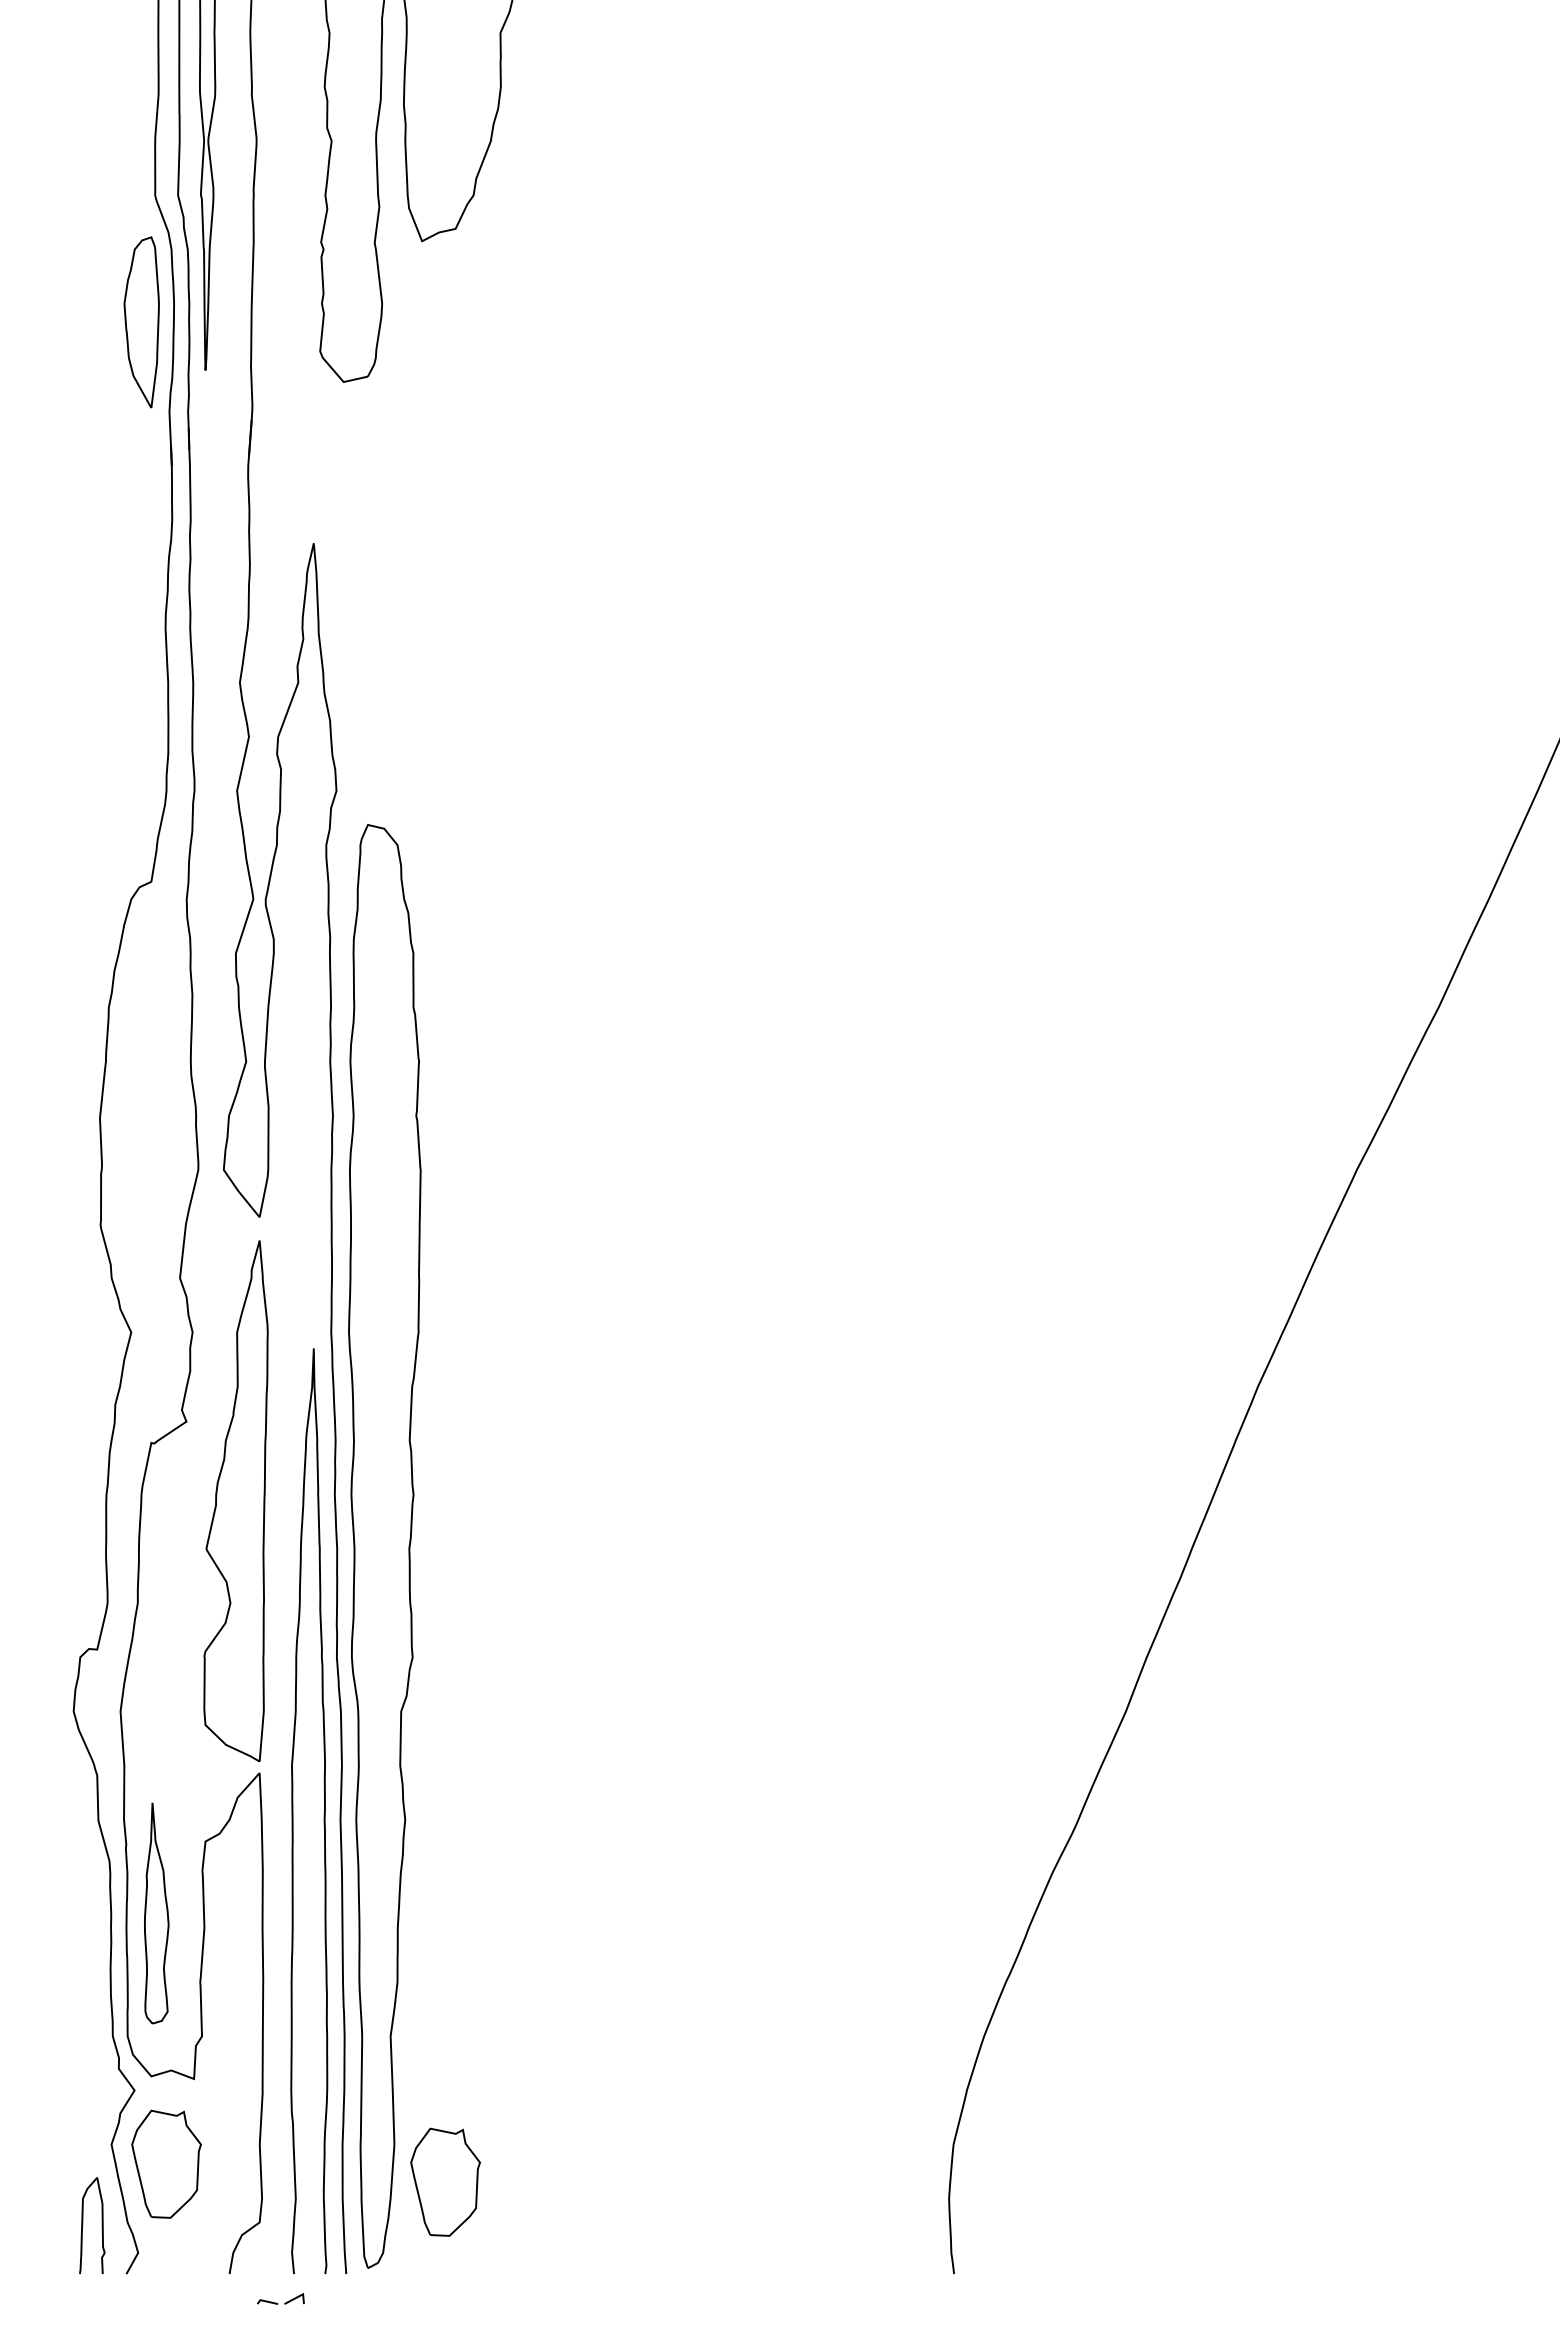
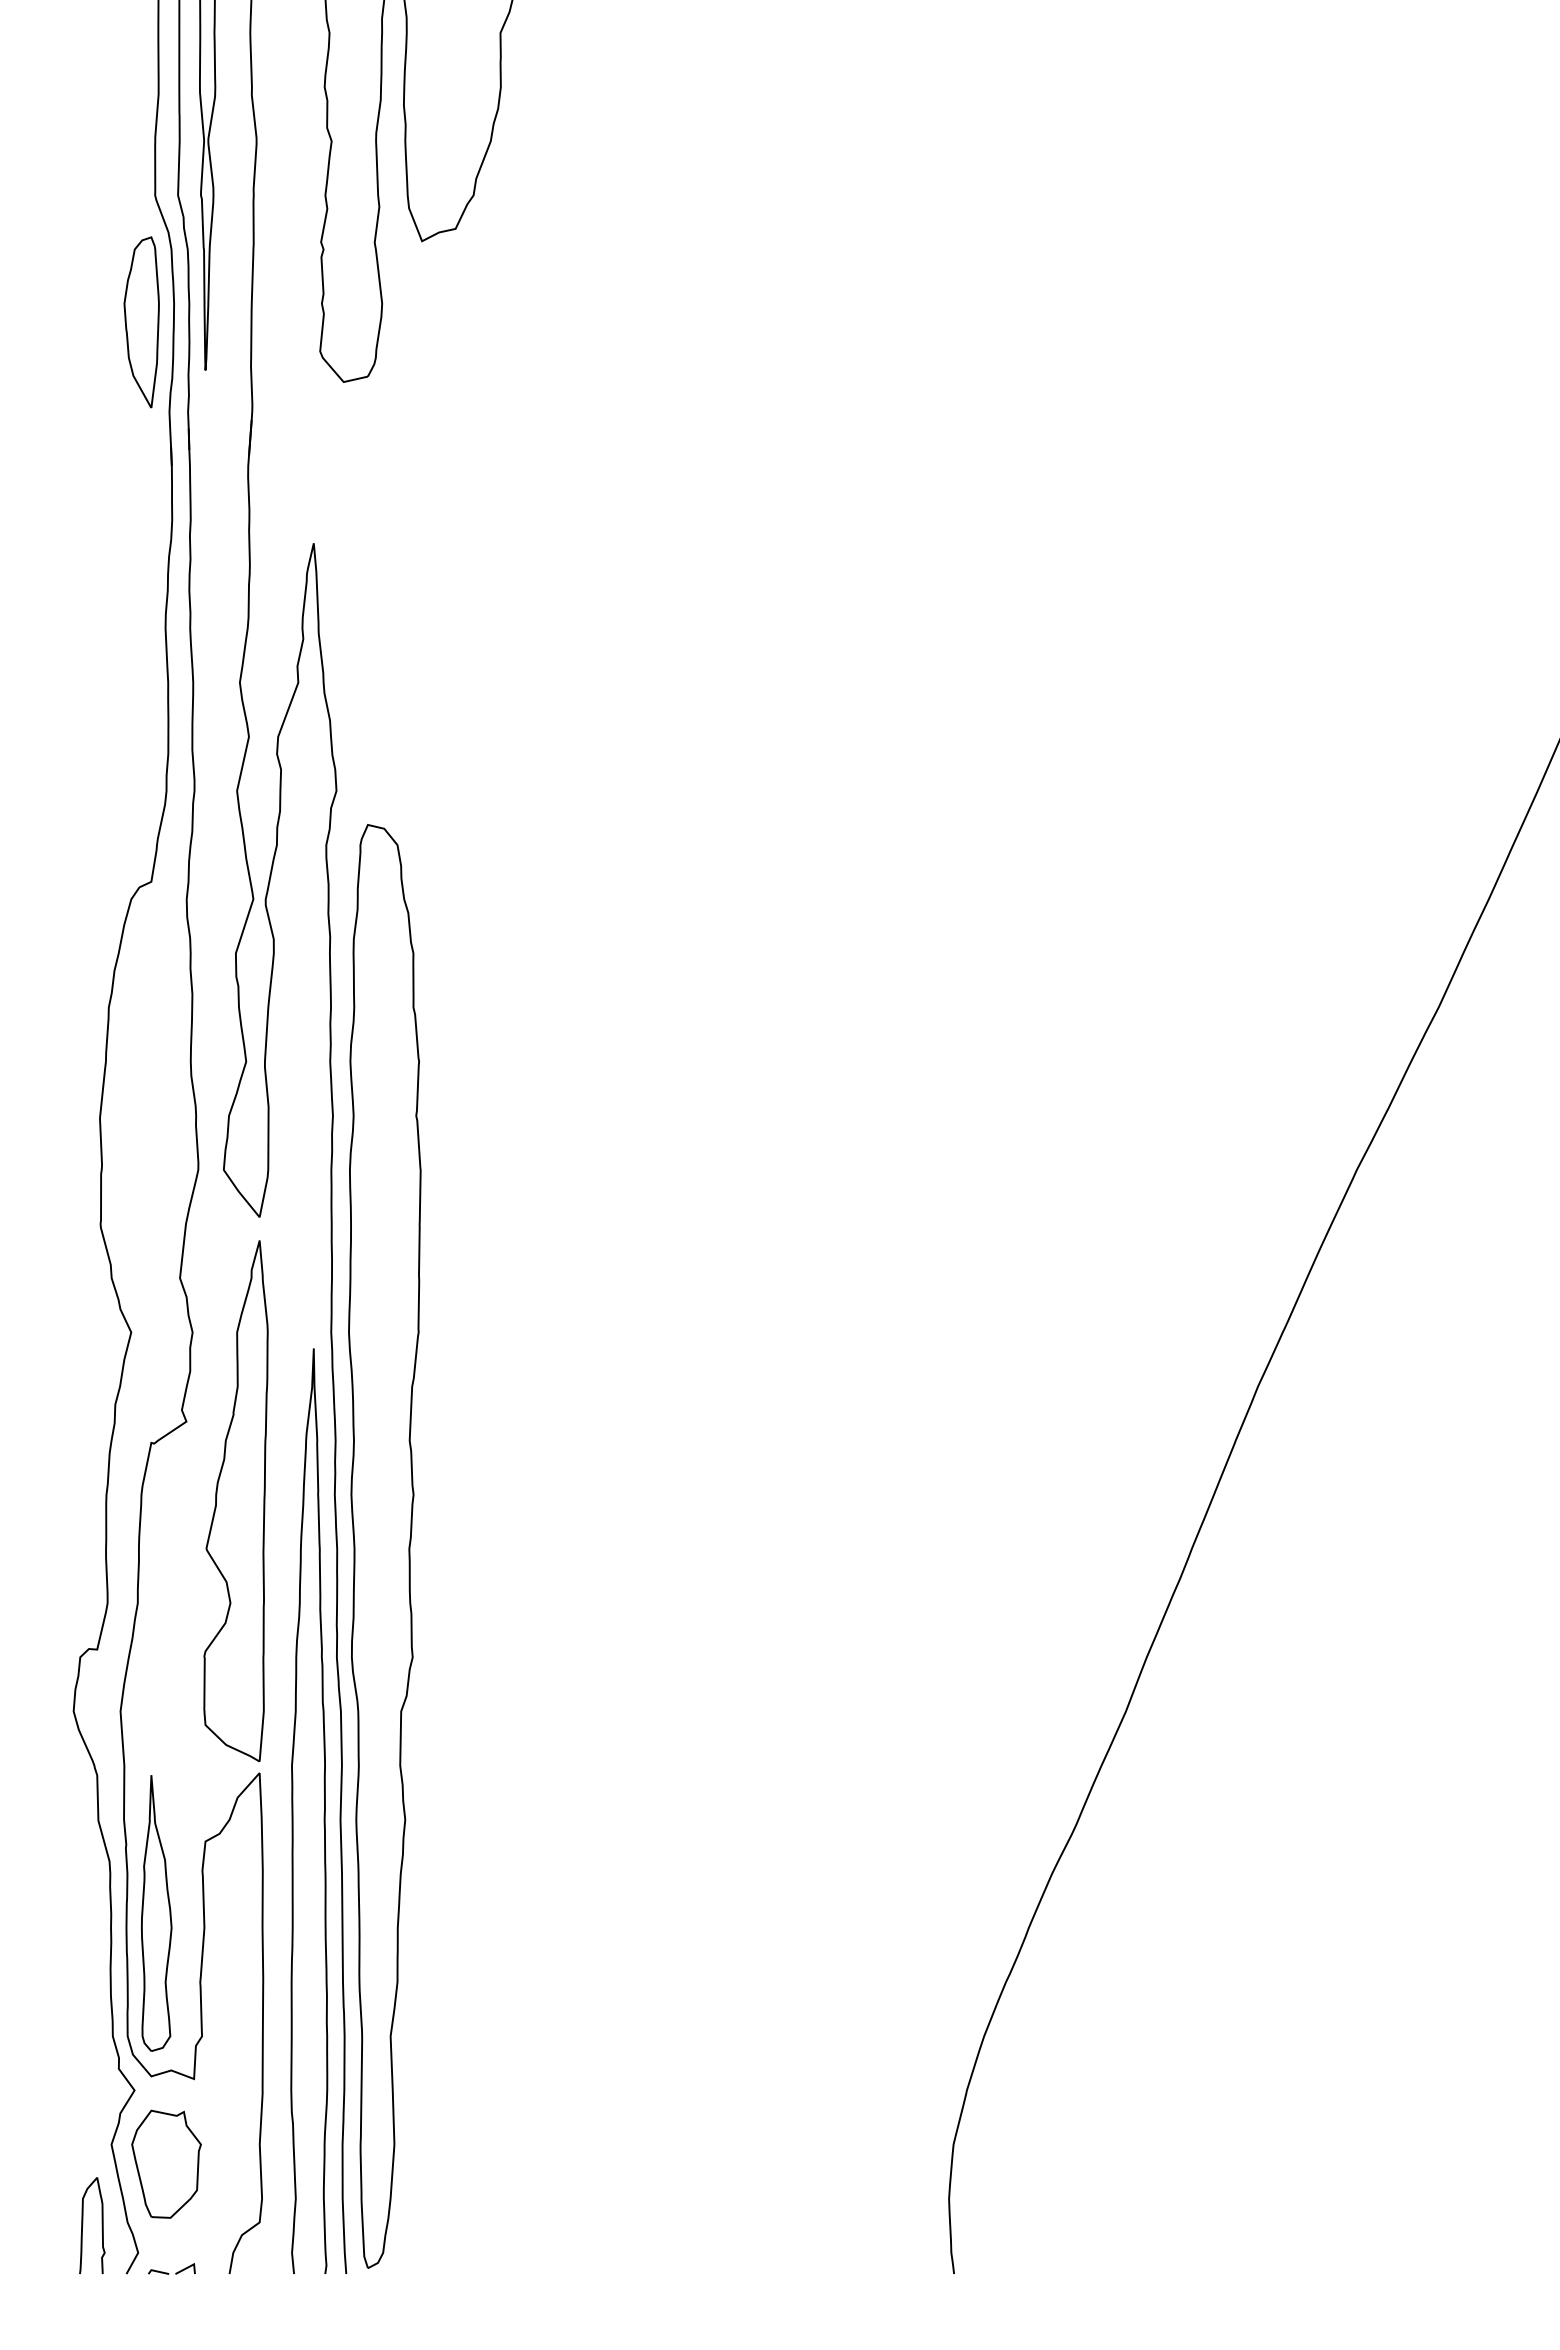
part at (156, 1913) size: 26x223 px -> 32x277 px
part at (445, 2181): present -> none
part at (280, 2298) position: (280, 2298) -> (171, 2268)
